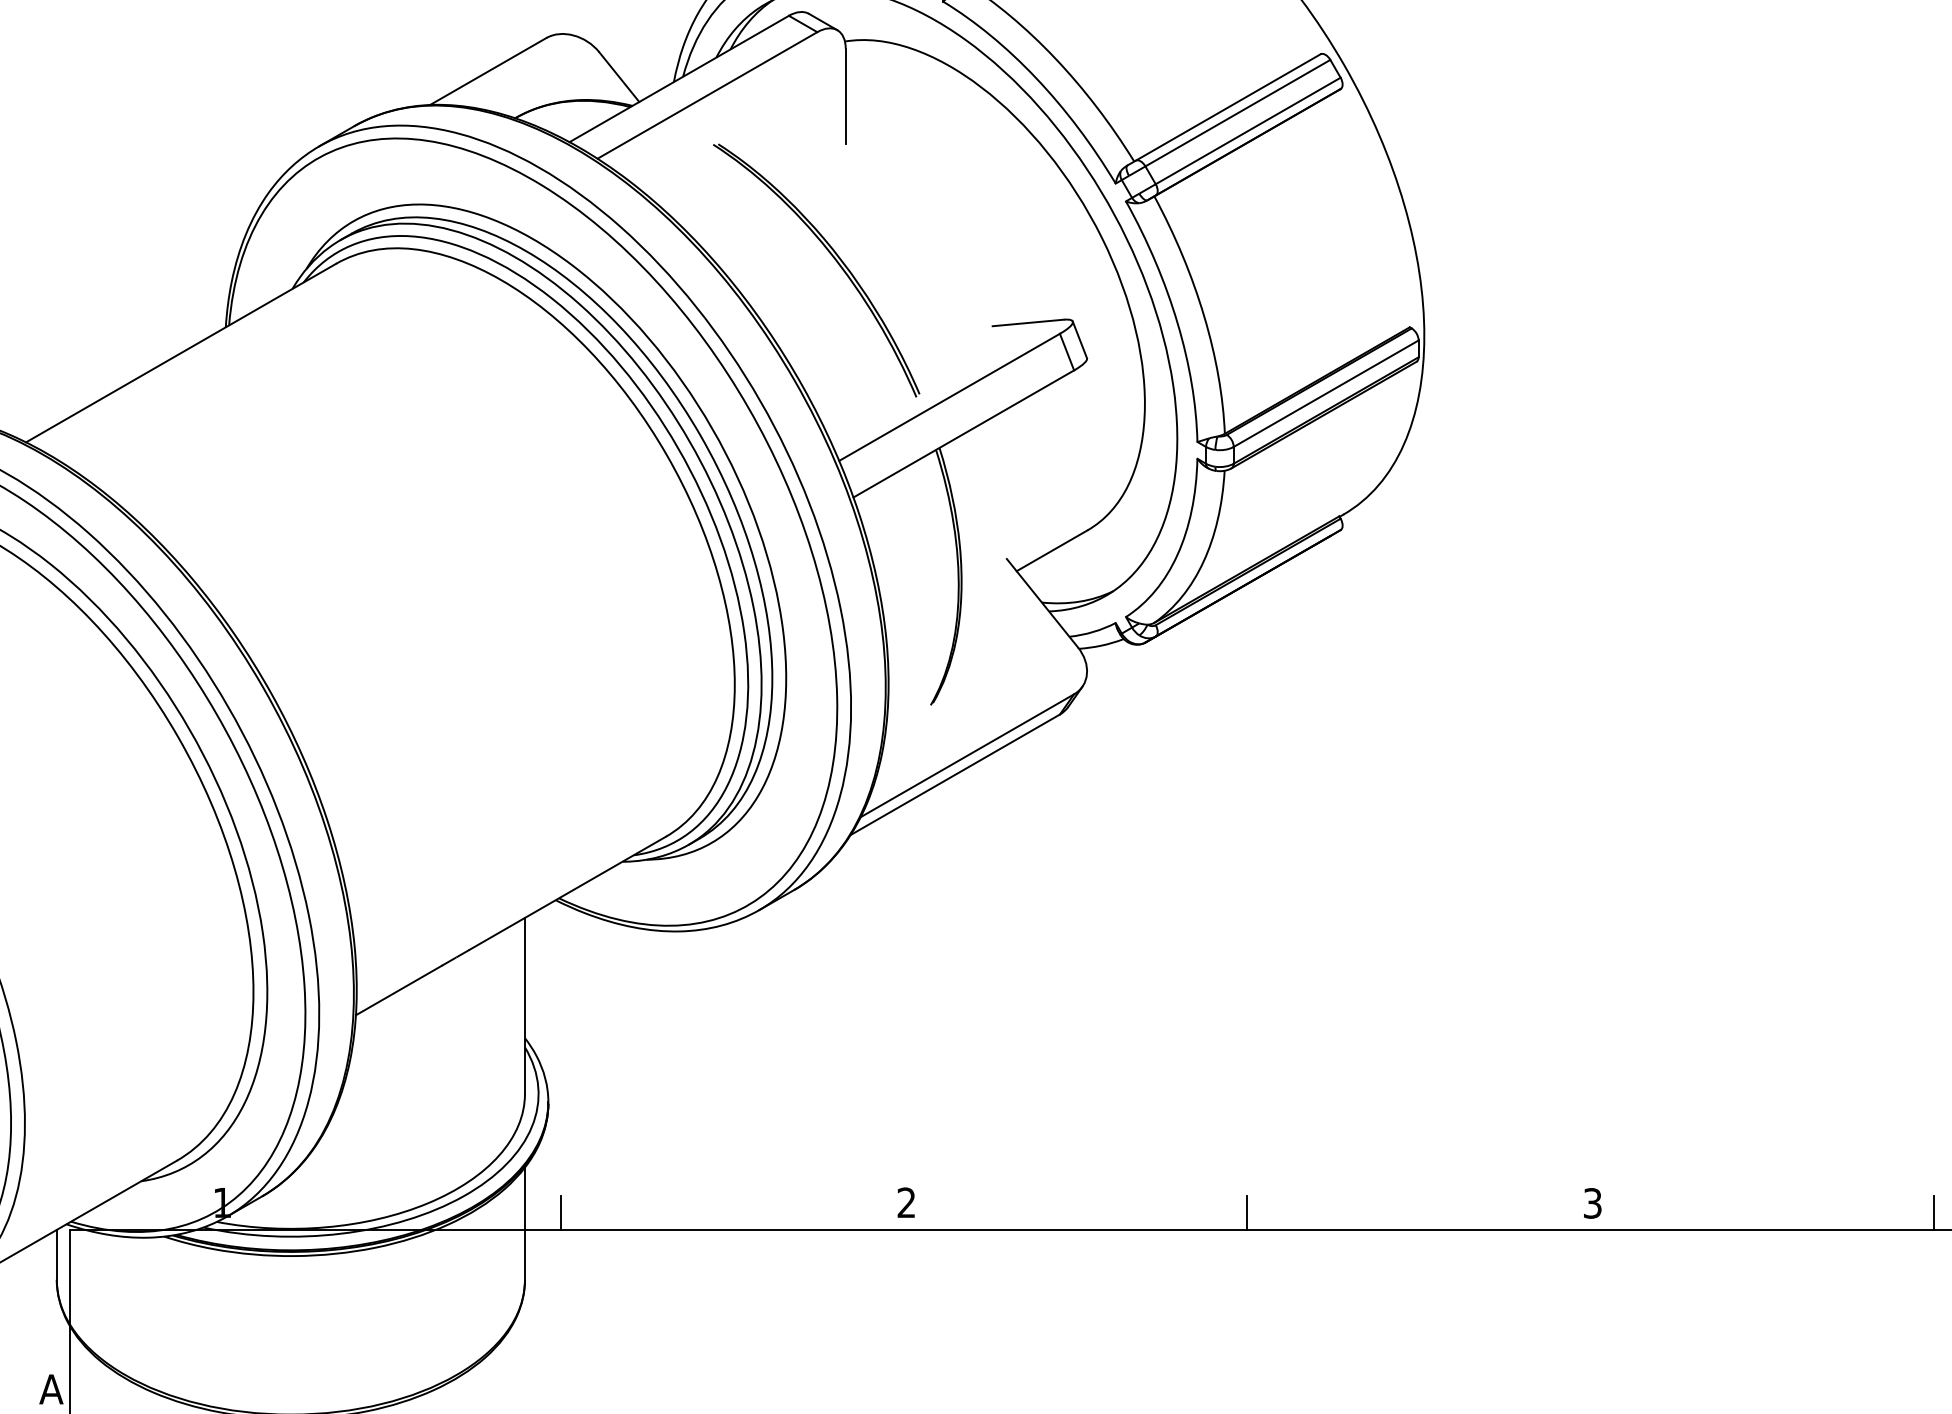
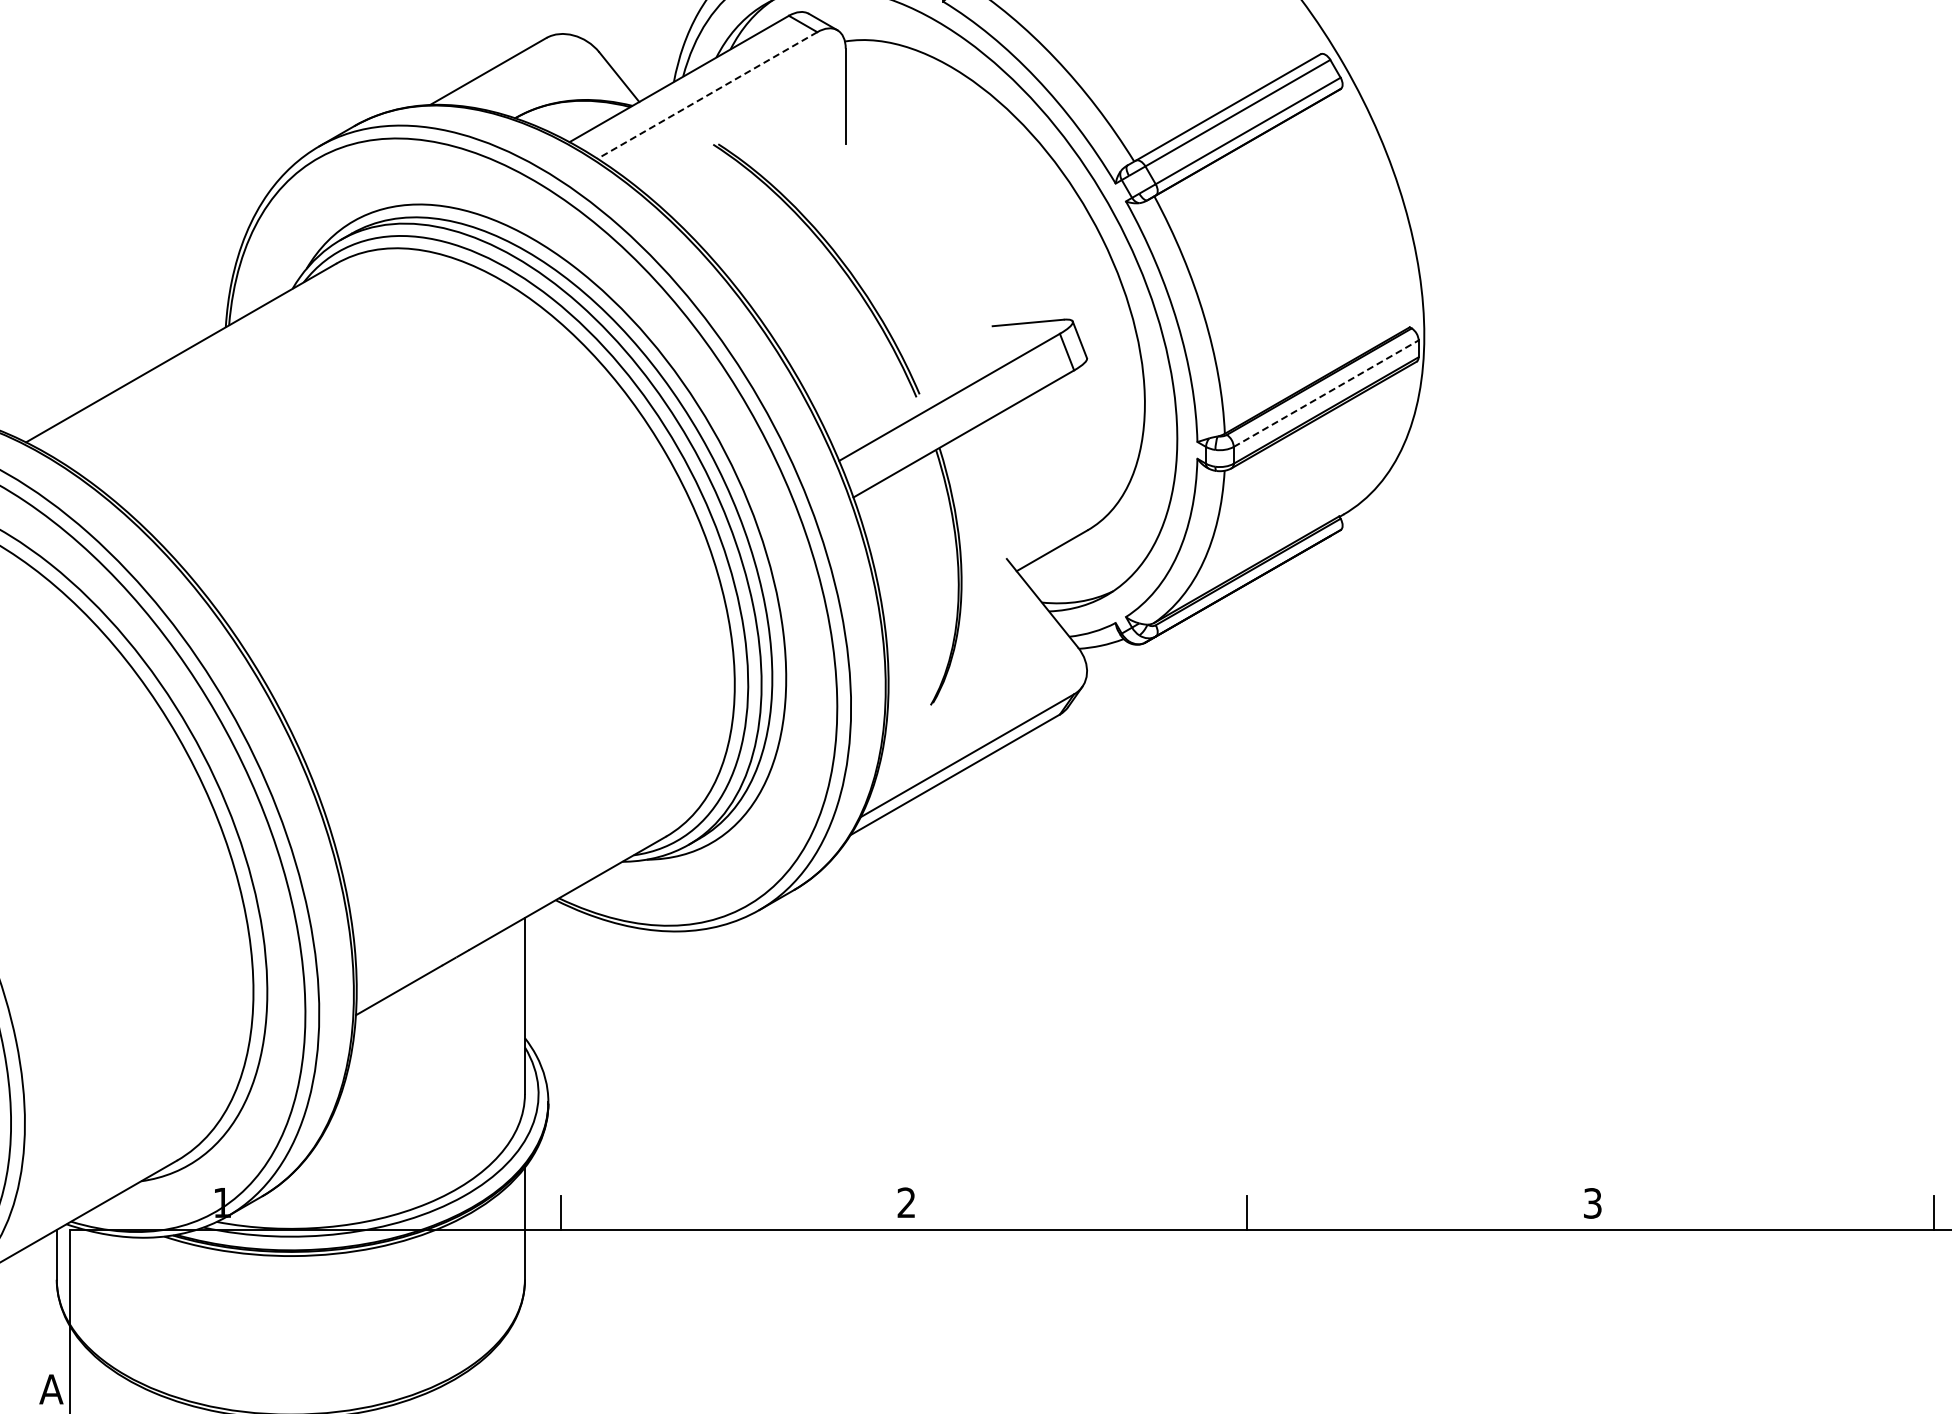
line at (707, 95): solid -> dashed
line at (1326, 393): solid -> dashed
